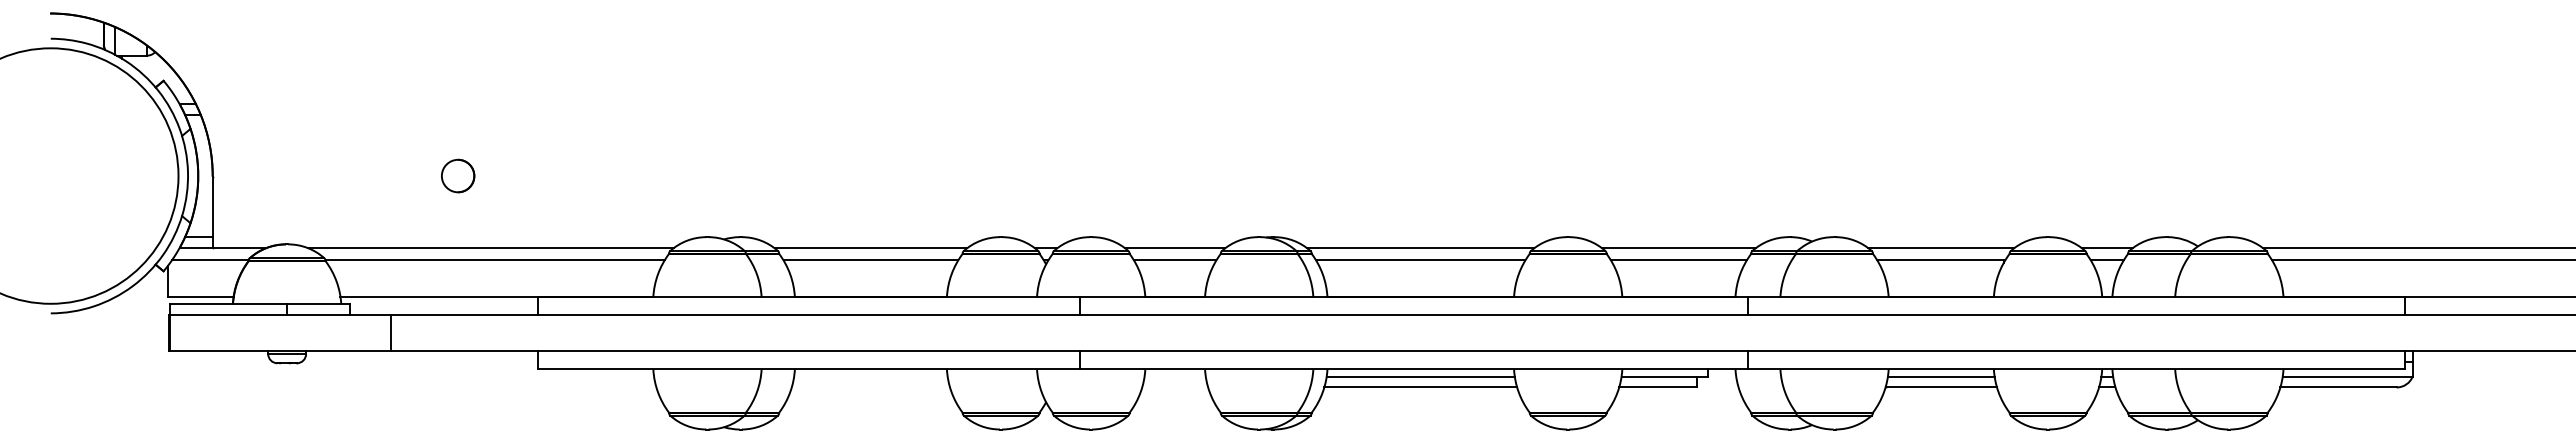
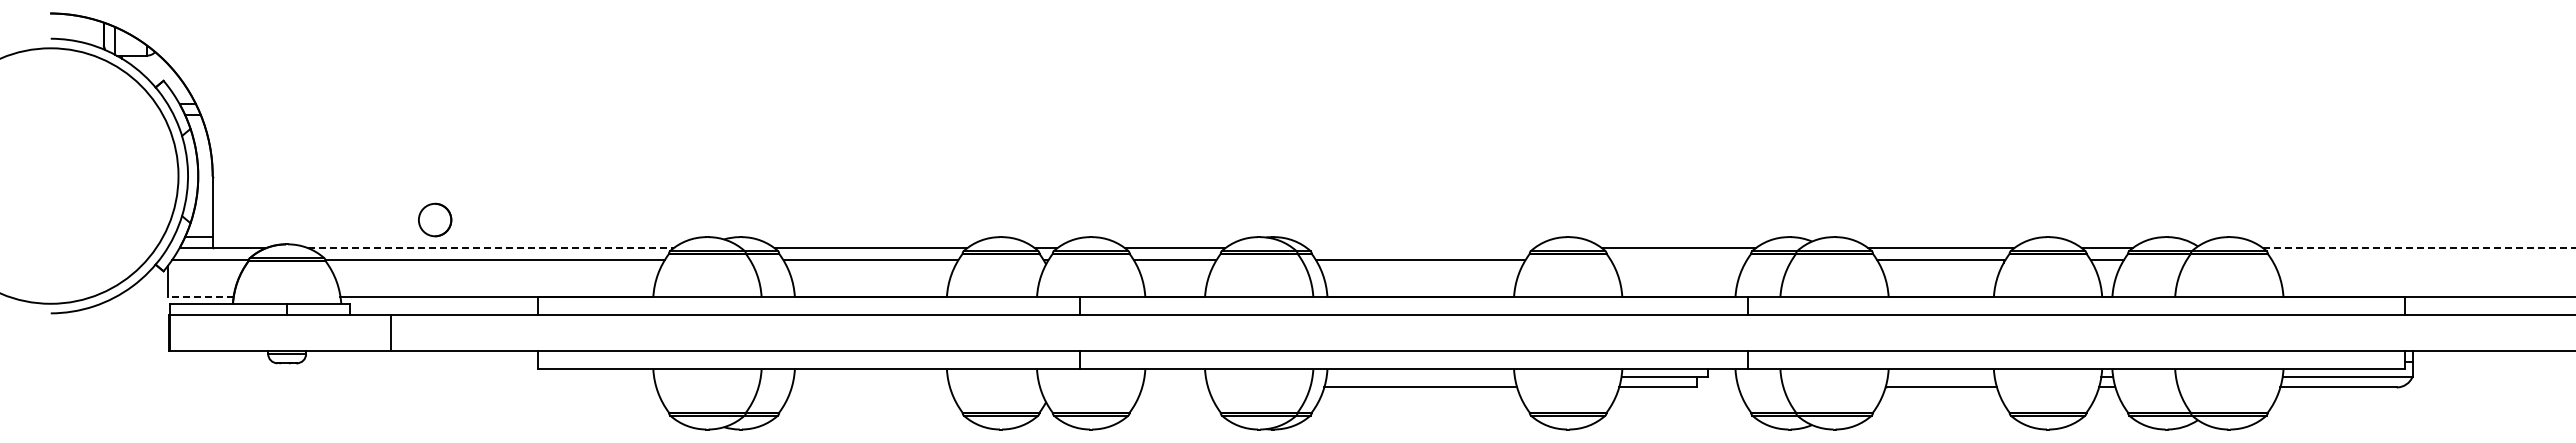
part at (458, 175) position: (458, 175) -> (435, 219)
line at (490, 248): solid -> dashed
line at (1420, 248): present -> none
line at (2419, 248): solid -> dashed
line at (1678, 260): present -> none
line at (2422, 260): present -> none
line at (200, 296): solid -> dashed
line at (1420, 376): present -> none
line at (1940, 376): present -> none
